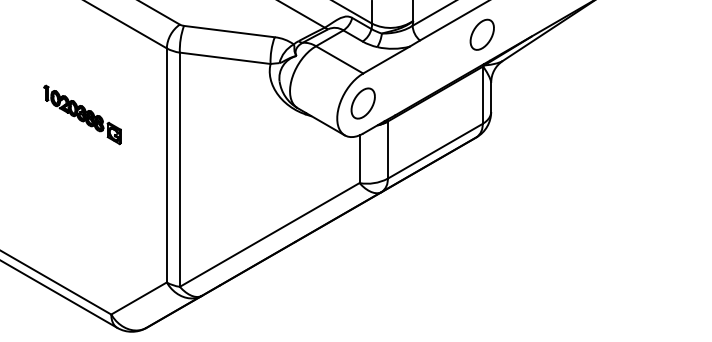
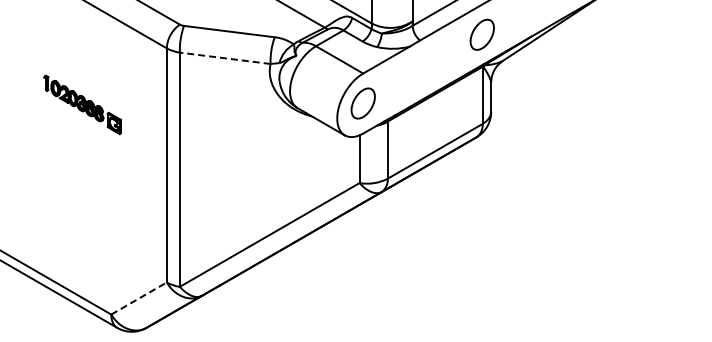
line at (225, 58): solid -> dashed
part at (82, 114) position: (82, 114) -> (82, 104)
line at (139, 298): solid -> dashed
